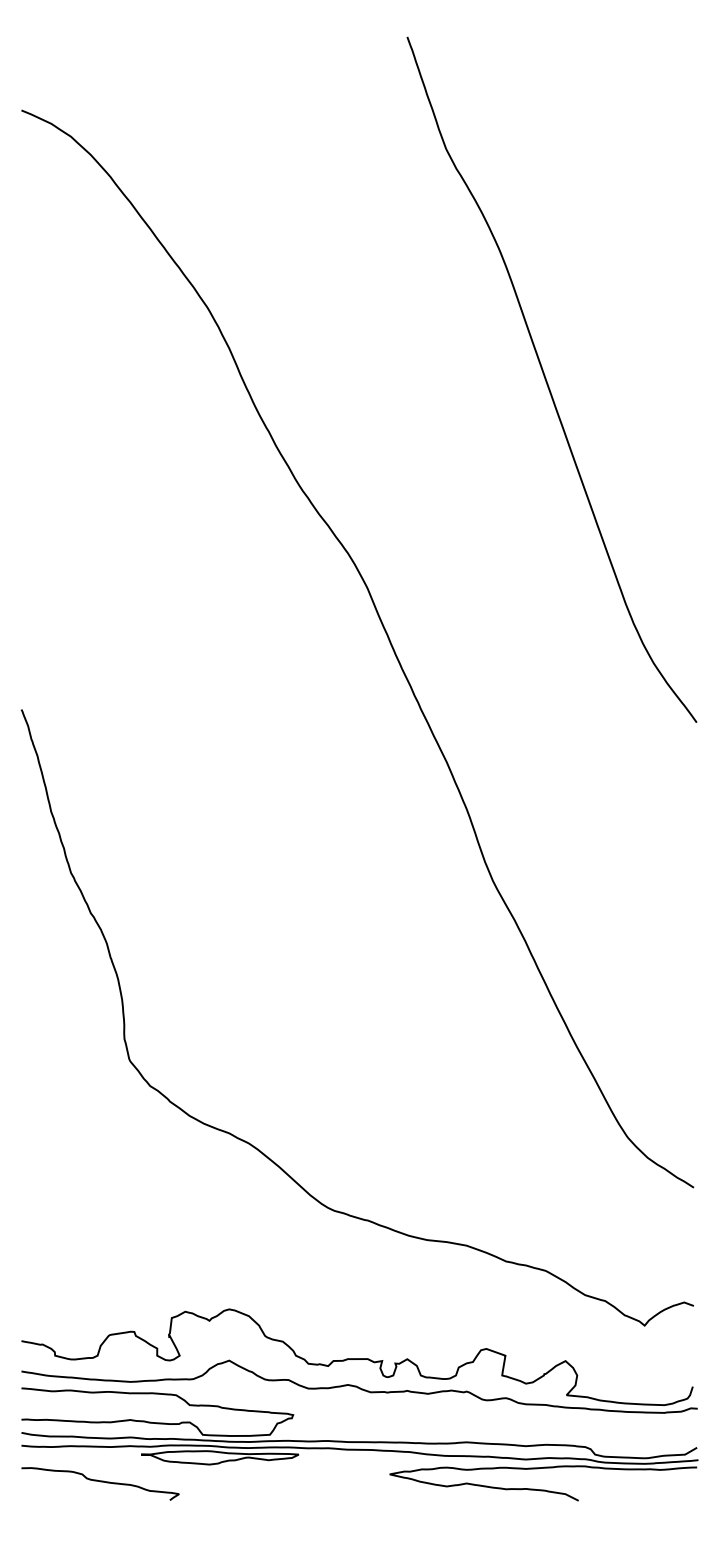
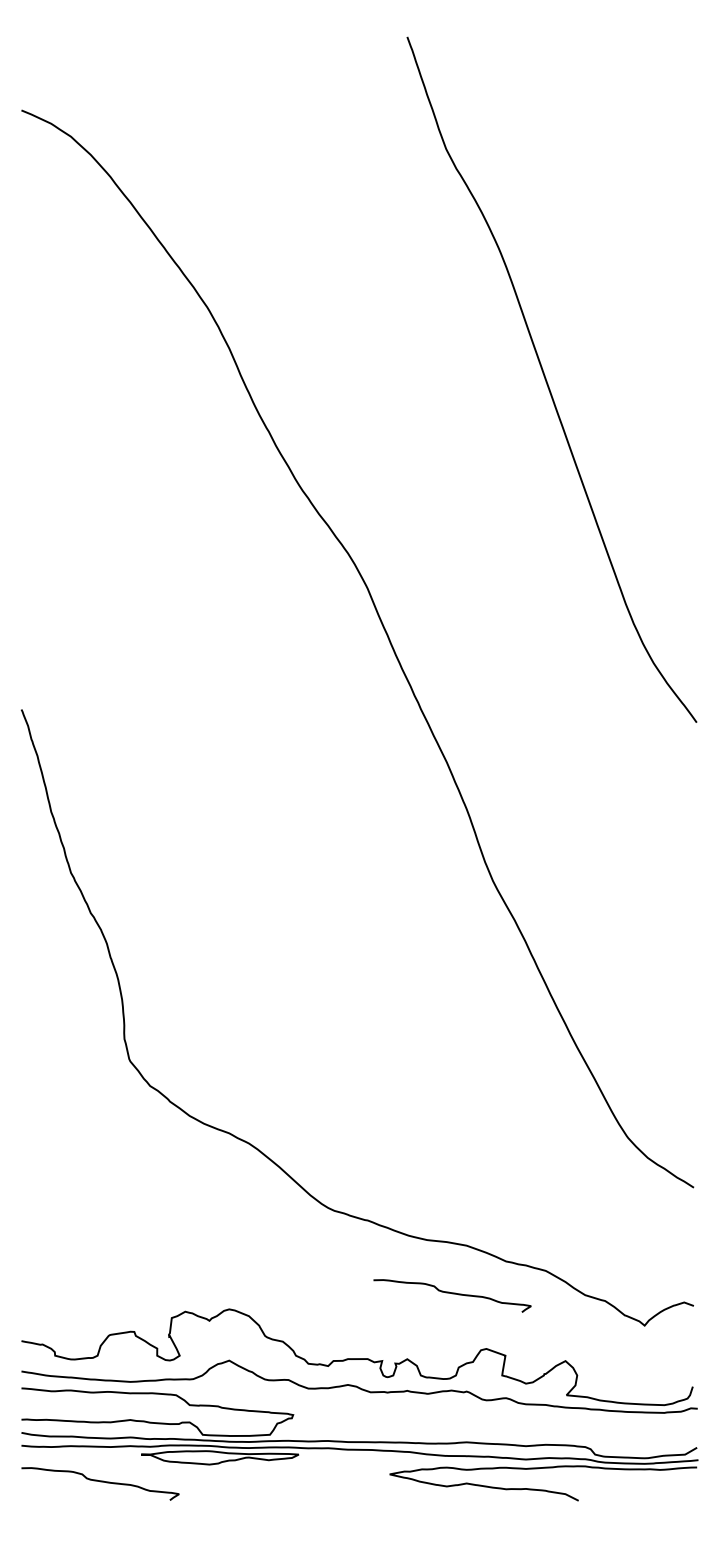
curve at (452, 1294): none -> present
